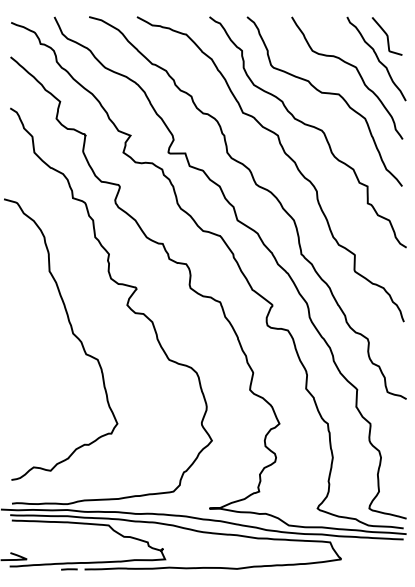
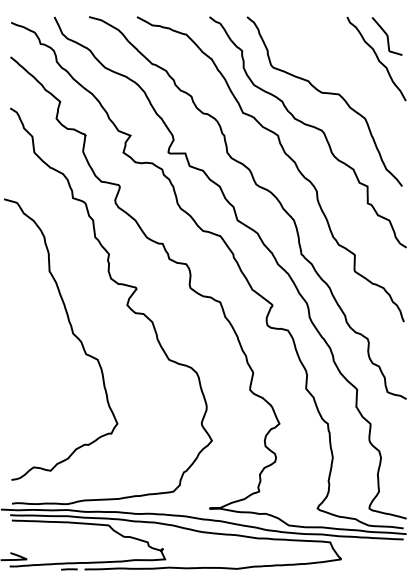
curve at (357, 72): present -> none
